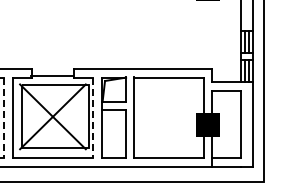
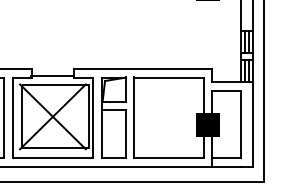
line at (4, 118): dashed -> solid
line at (93, 118): dashed -> solid
